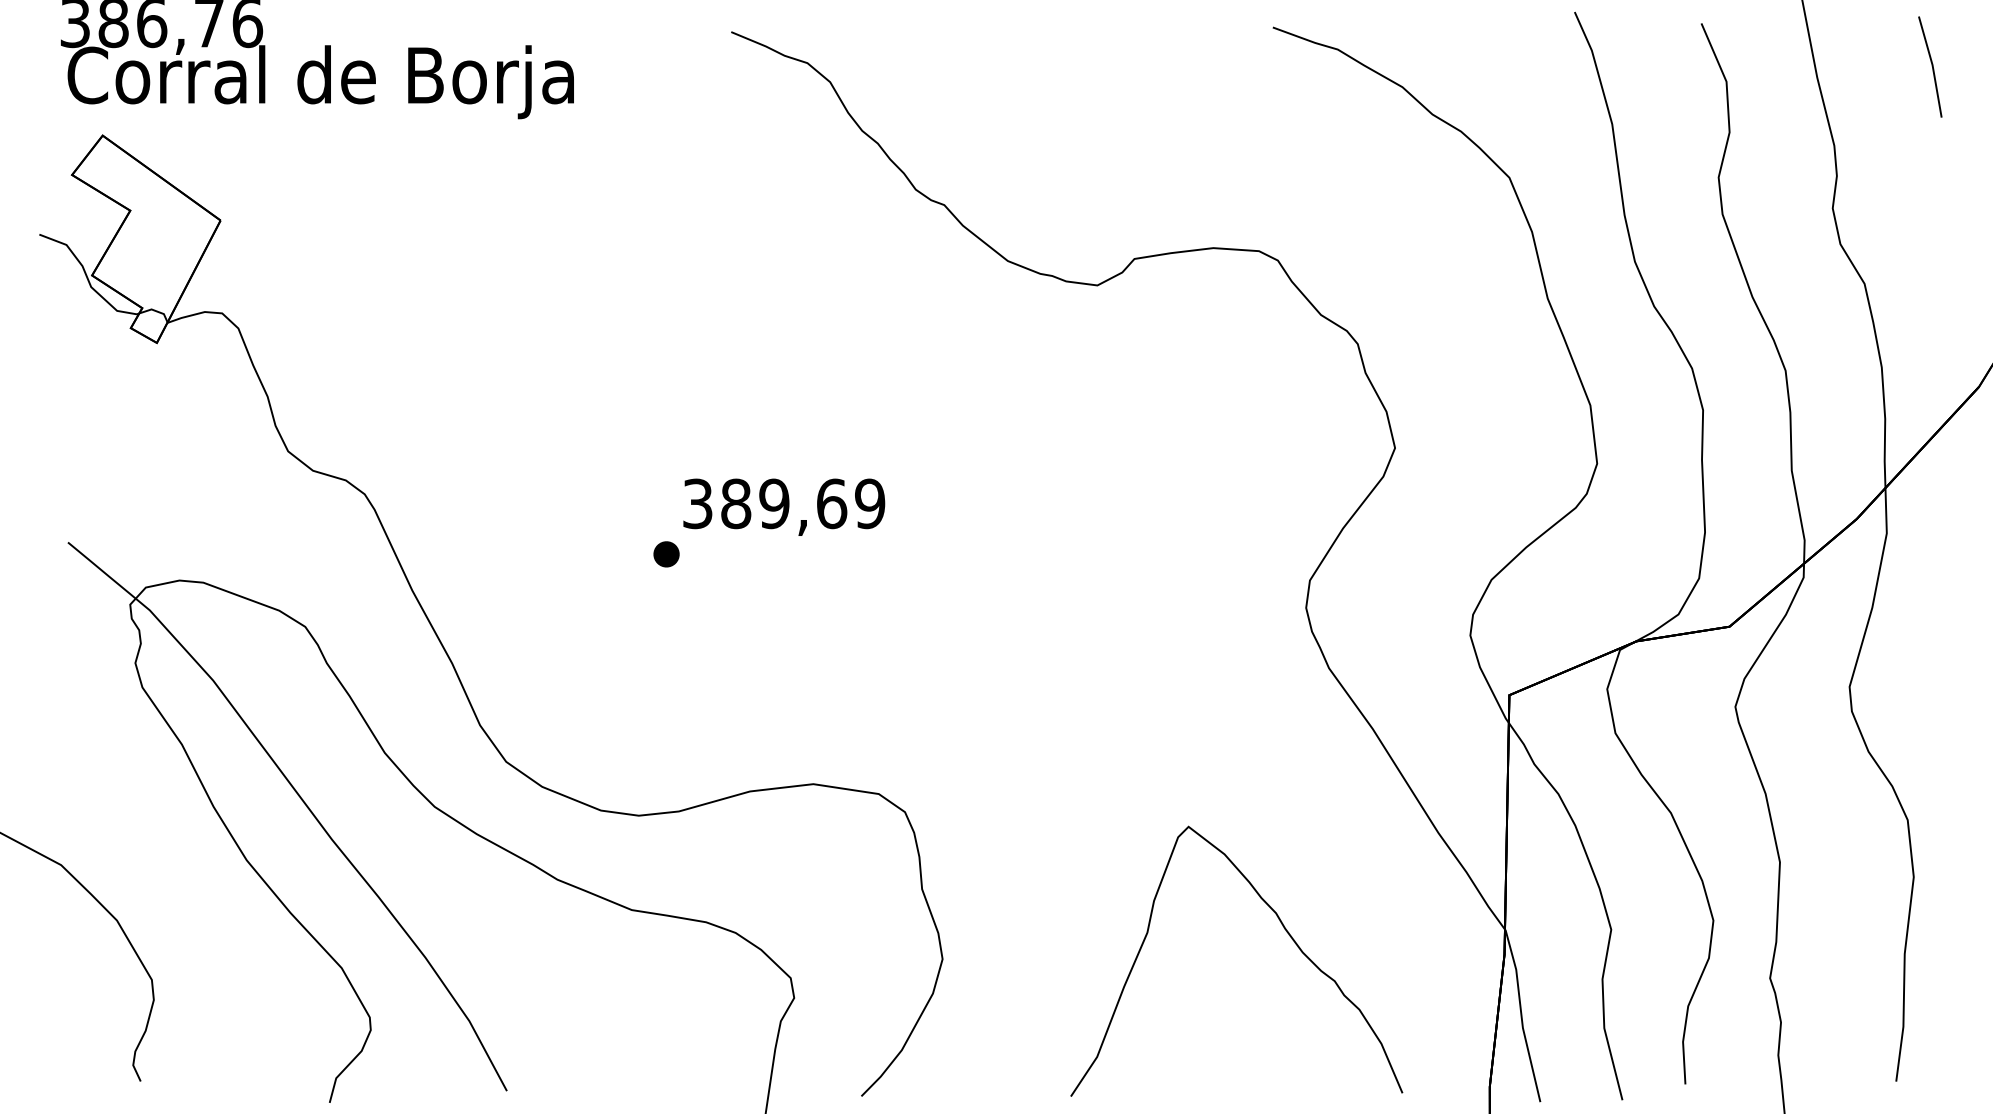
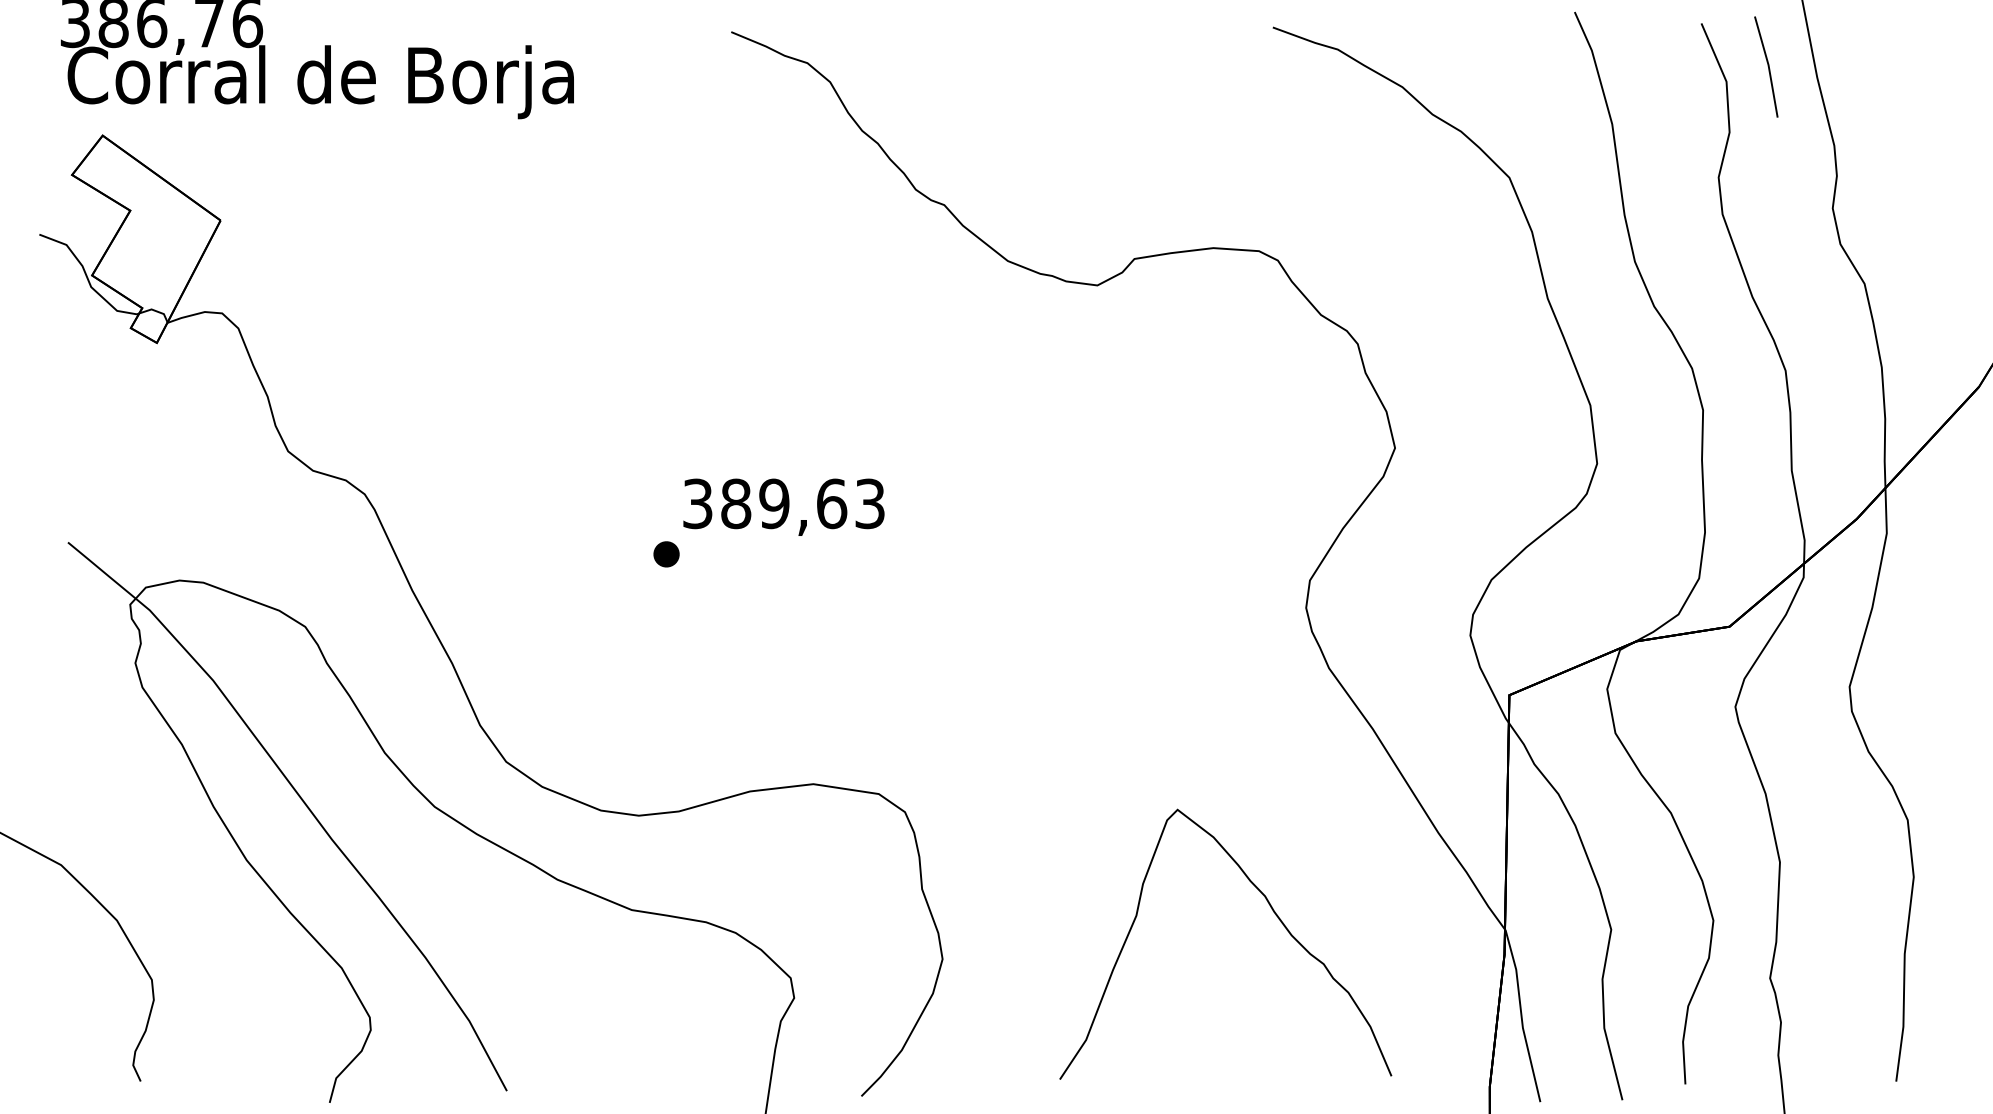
part at (1930, 66) position: (1930, 66) -> (1766, 66)
text at (870, 503): 389,69 -> 389,63
curve at (1284, 929) position: (1284, 929) -> (1273, 912)
